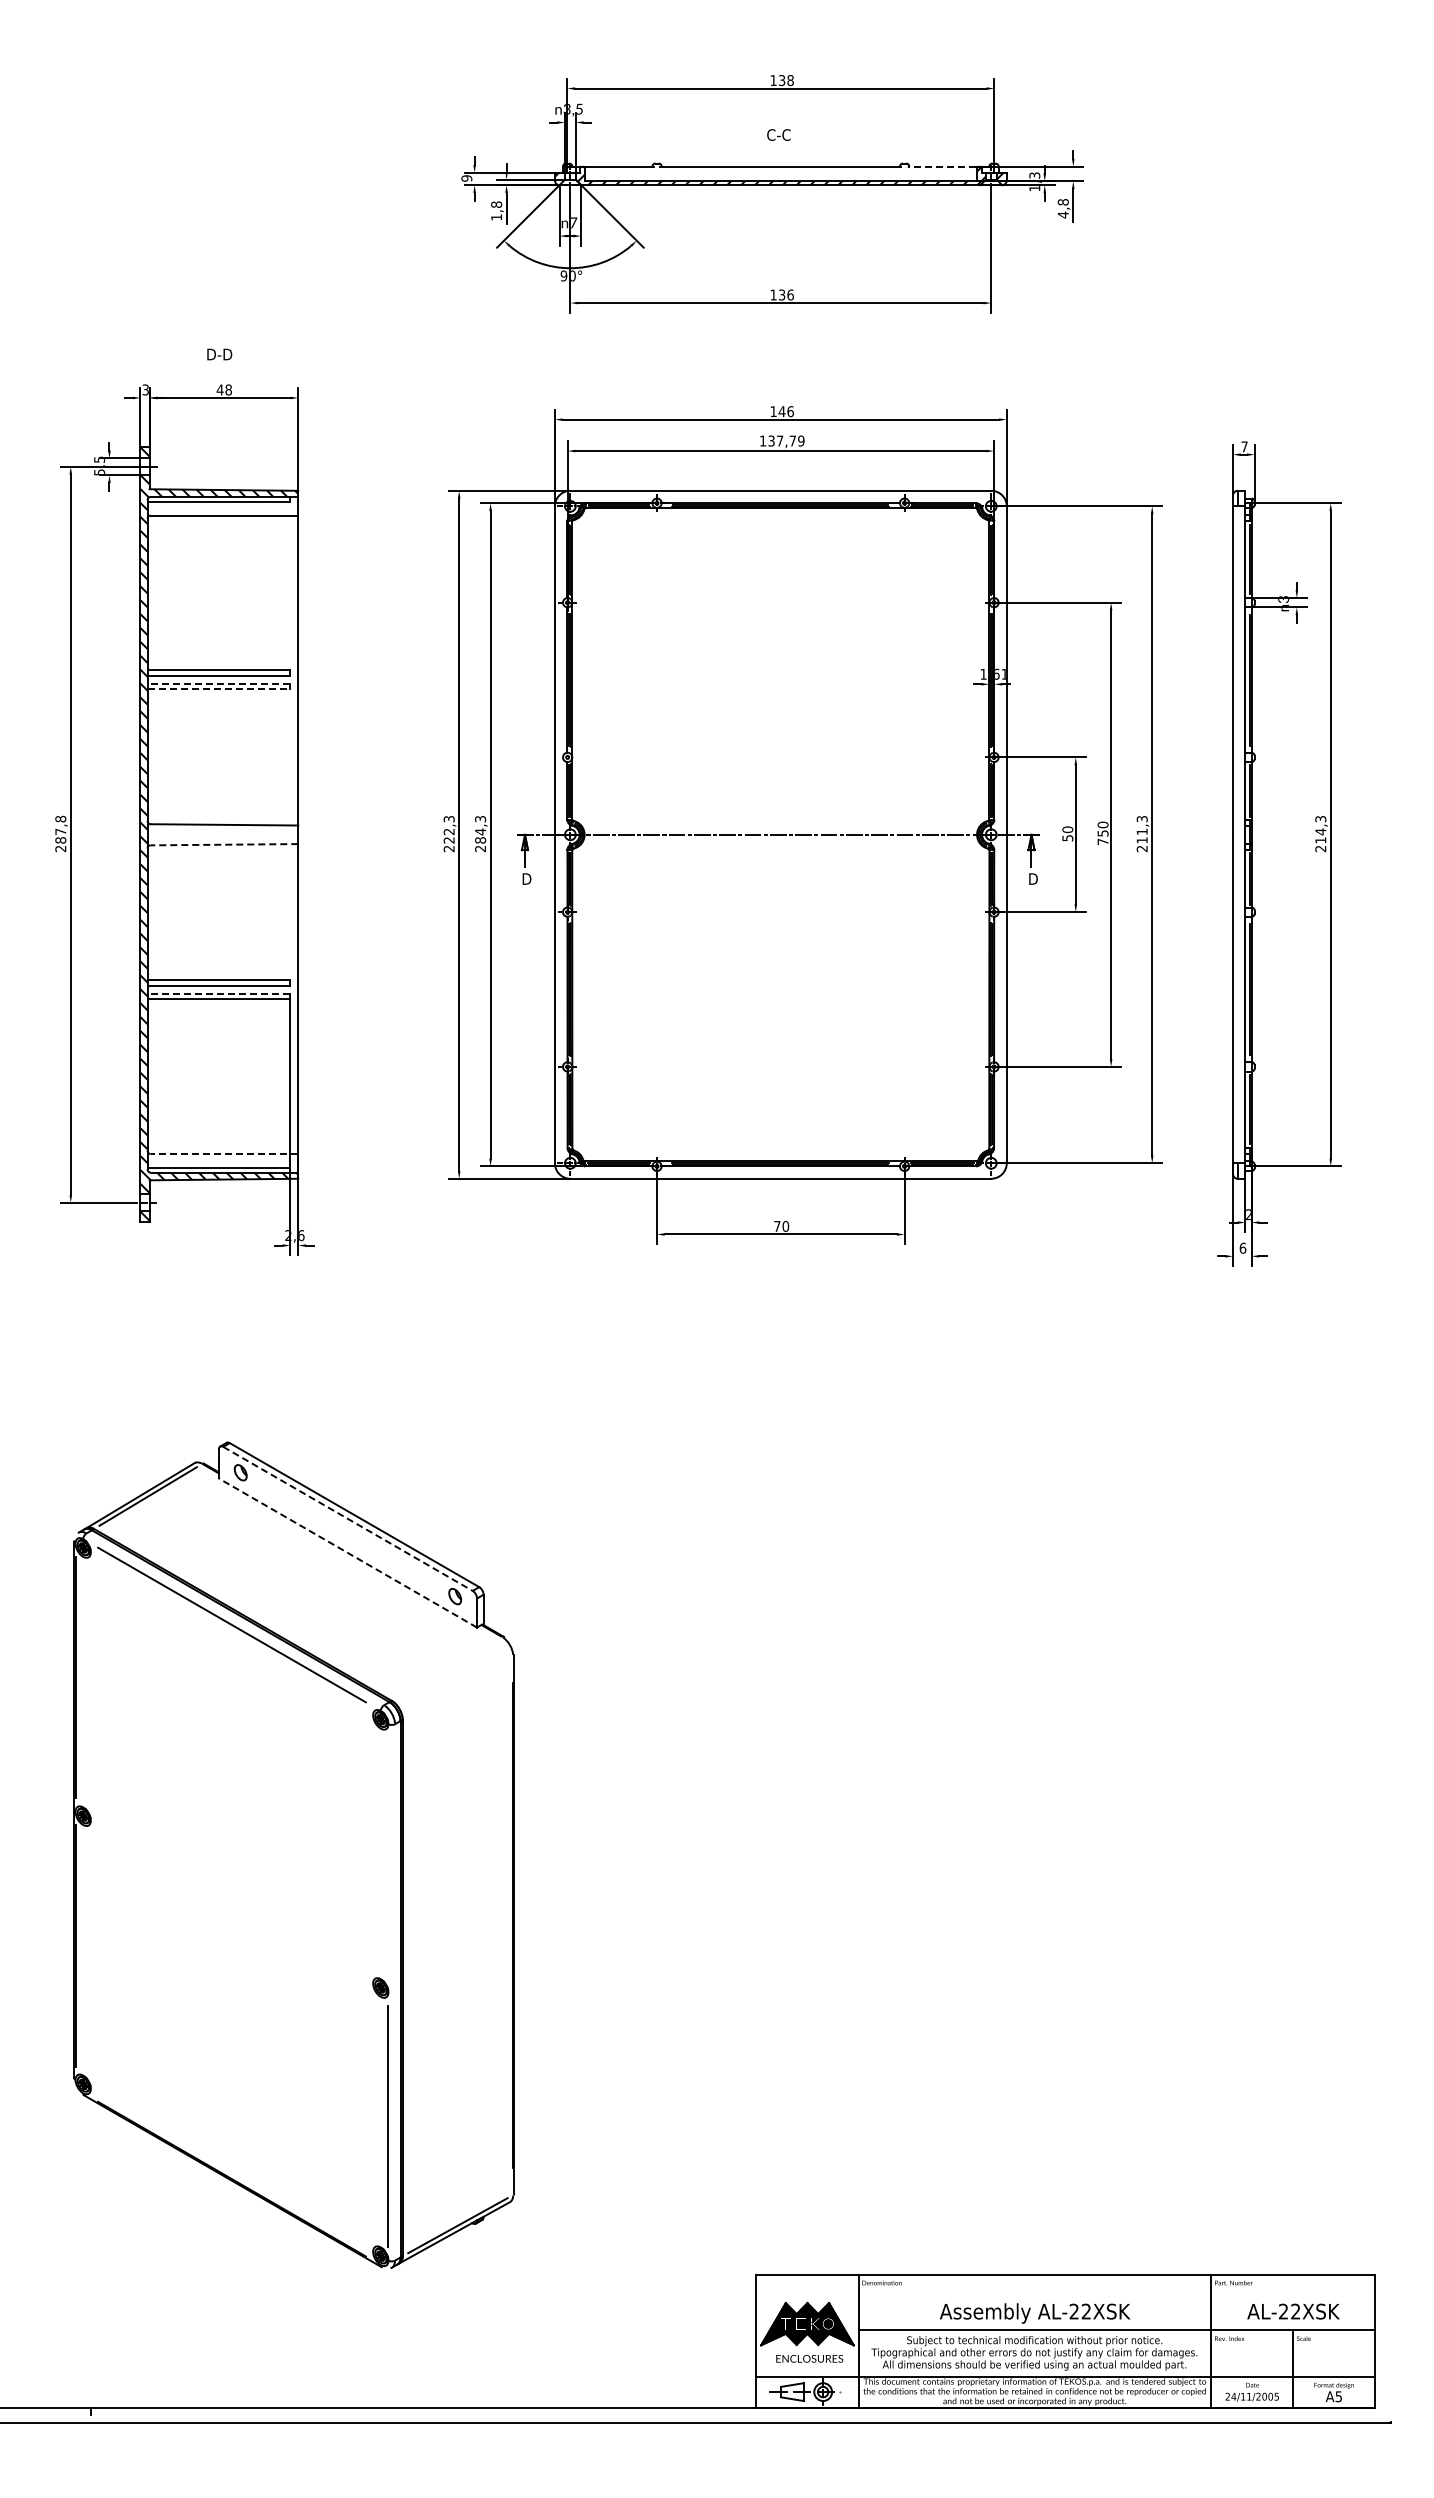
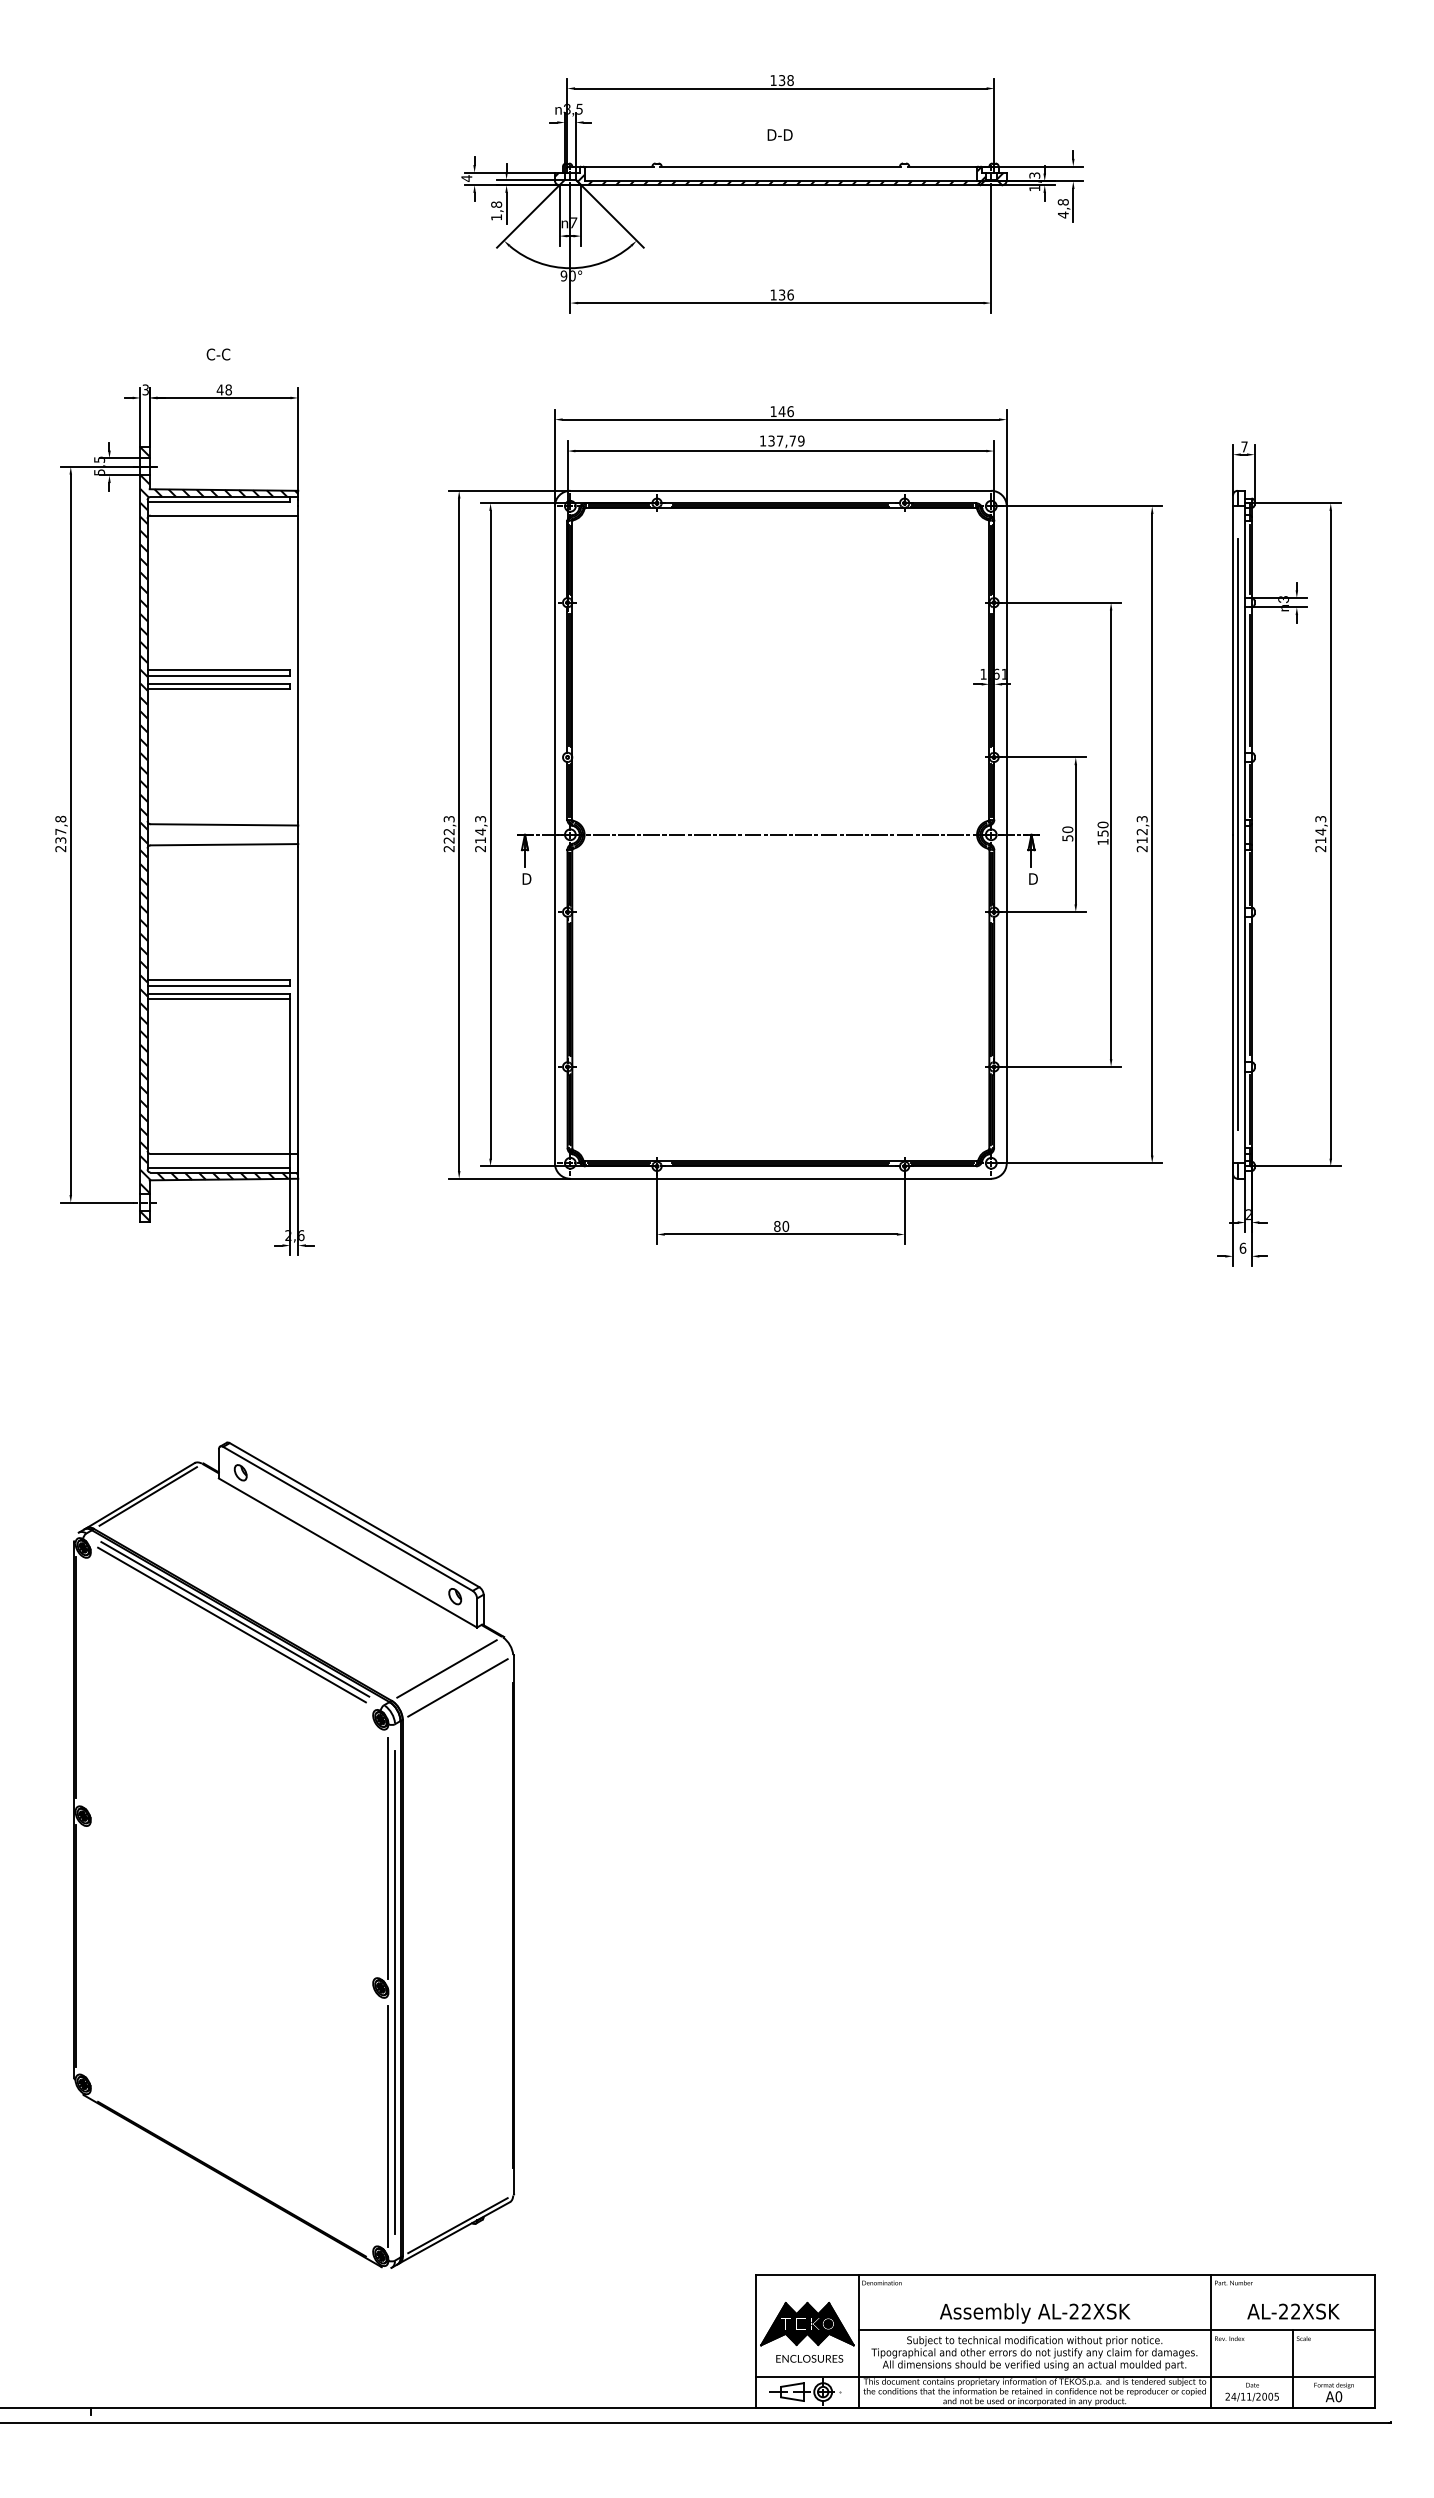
text at (779, 134): C-C -> D-D
line at (941, 166): dashed -> solid
text at (466, 178): 9 -> 4
text at (219, 354): D-D -> C-C
line at (218, 683): dashed -> solid
line at (219, 689): dashed -> solid
text at (1141, 832): 211,3 -> 212,3
line at (1237, 834): none -> present
text at (60, 840): 287,8 -> 237,8
text at (480, 840): 284,3 -> 214,3
text at (1102, 842): 750 -> 150
line at (224, 844): dashed -> solid
line at (218, 993): dashed -> solid
line at (224, 1154): dashed -> solid
text at (777, 1226): 70 -> 80
line at (348, 1519): dashed -> solid
line at (347, 1552): dashed -> solid
line at (235, 1619): none -> present
line at (446, 1668): none -> present
line at (457, 1687): none -> present
line at (388, 1858): none -> present
line at (395, 1992): none -> present
text at (1338, 2396): A5 -> A0
